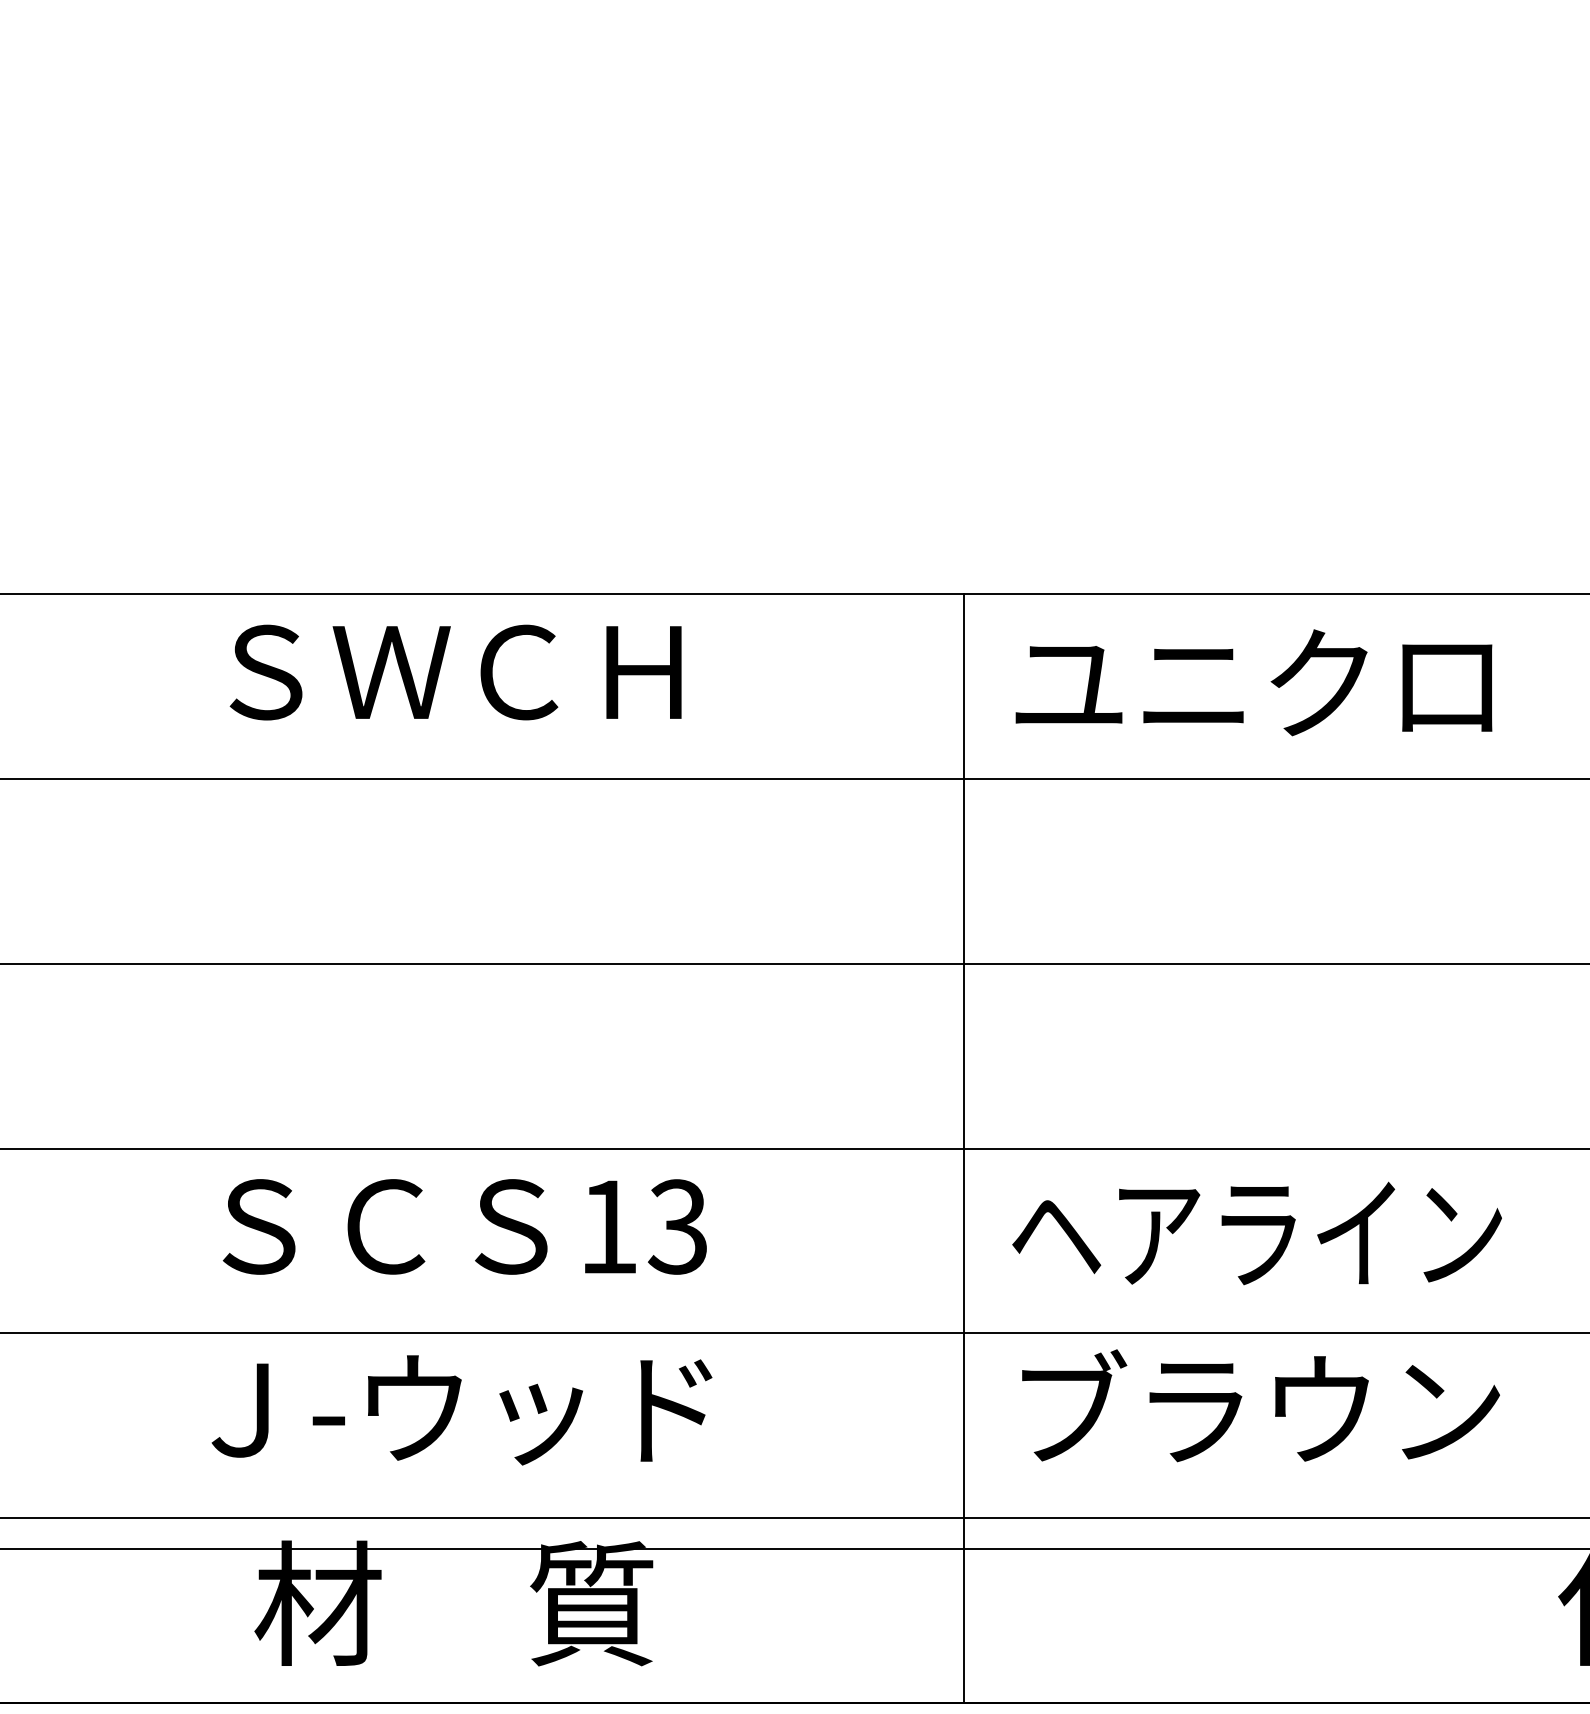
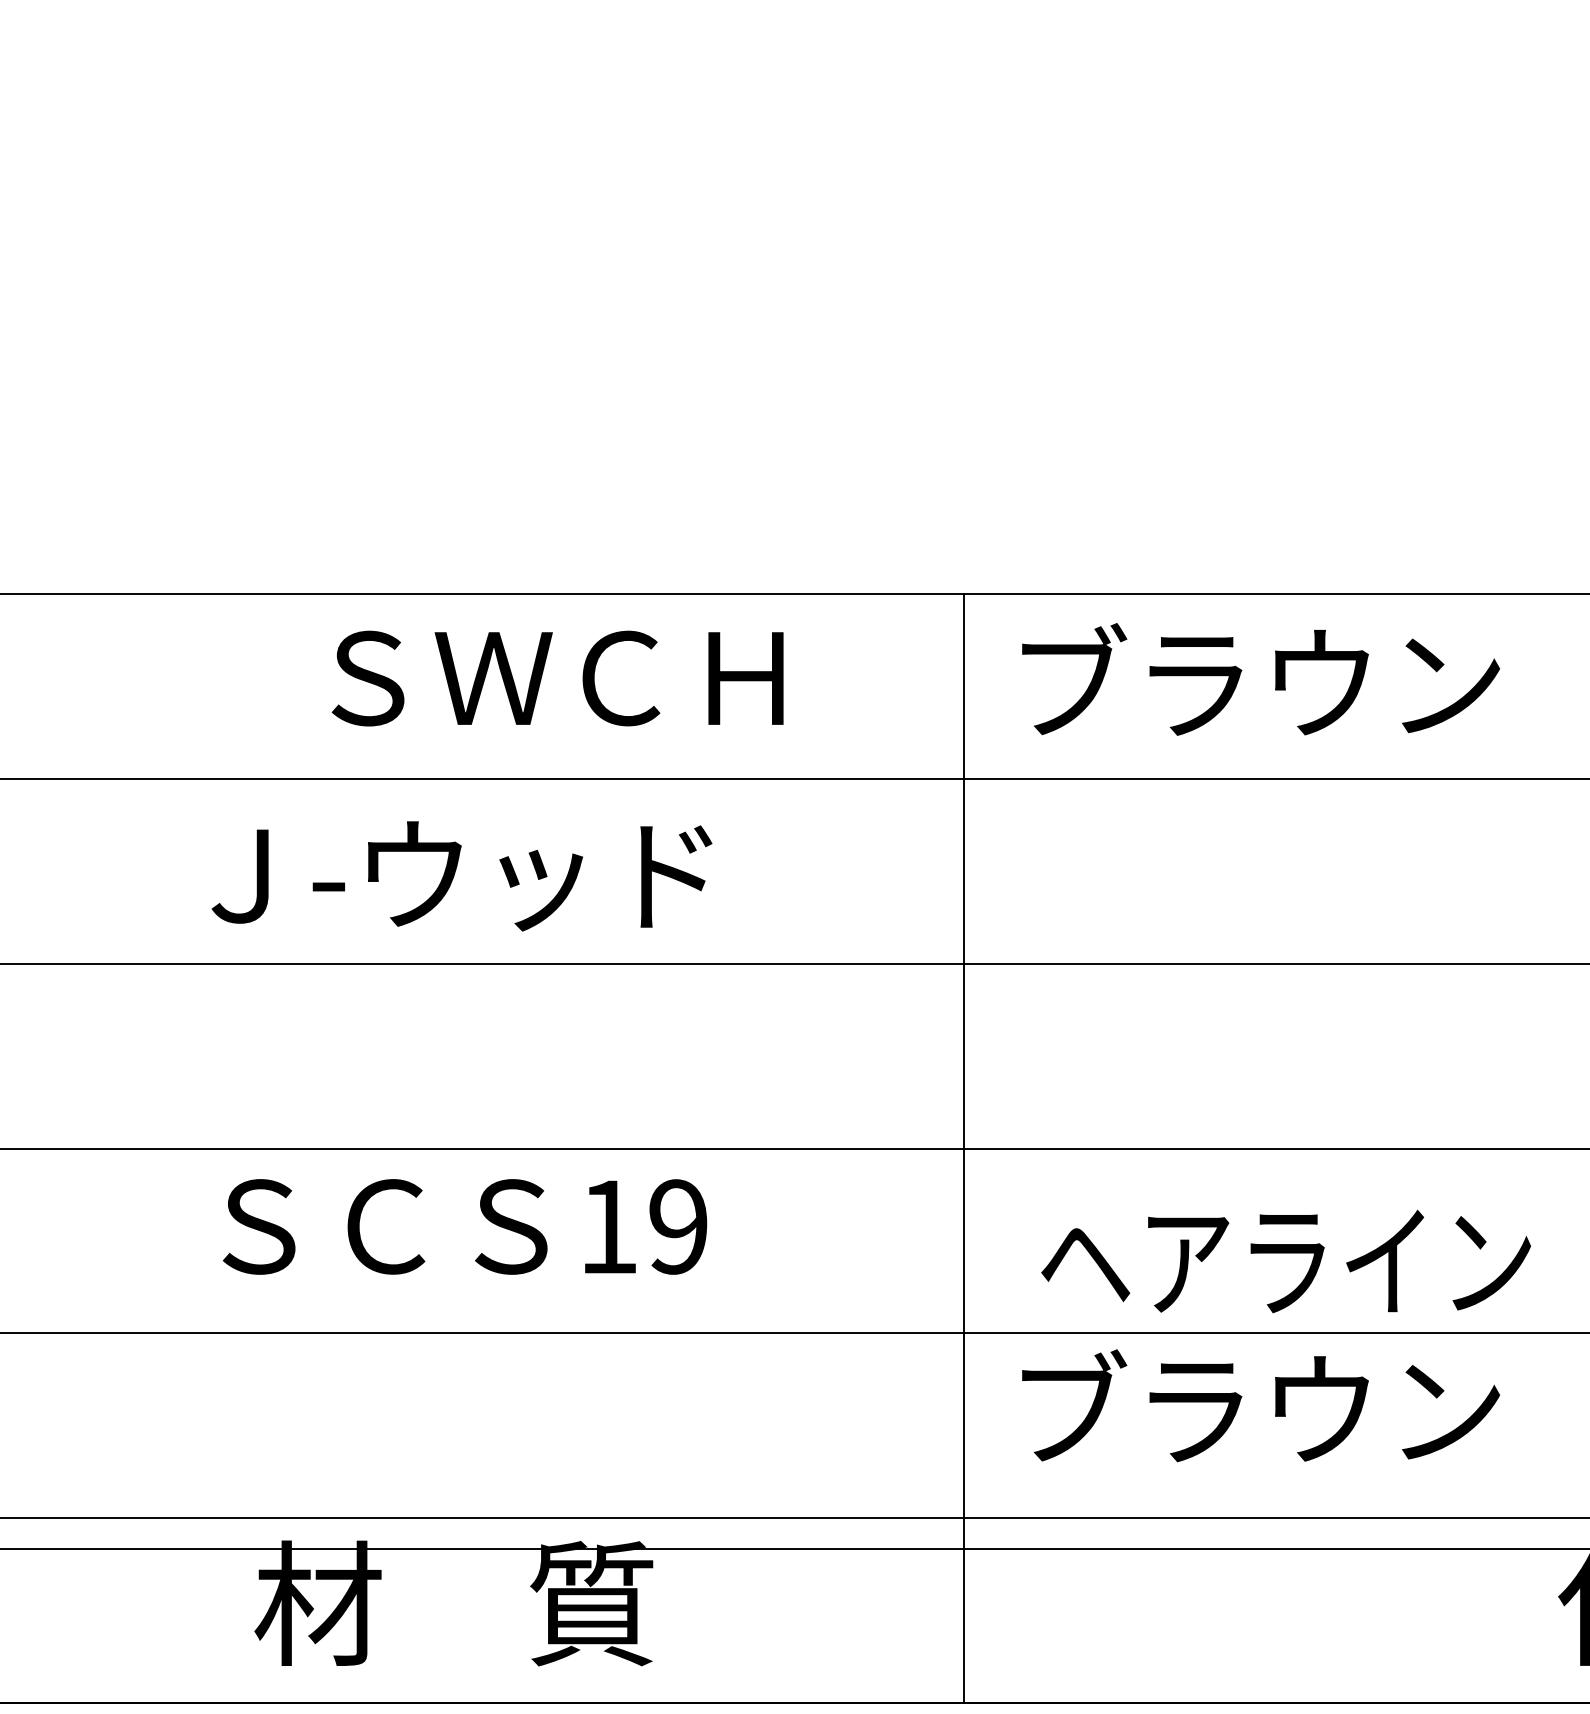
text at (455, 672) position: (455, 672) -> (557, 678)
text at (1257, 679): ユニクロ -> ブラウン
text at (677, 1226): 13 -> 19
text at (1256, 1233) position: (1256, 1233) -> (1285, 1261)
text at (461, 1410) position: (461, 1410) -> (461, 876)
